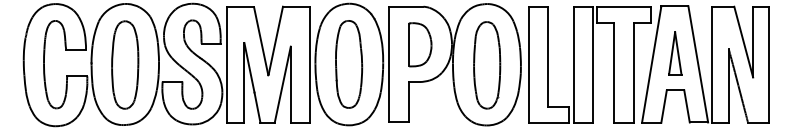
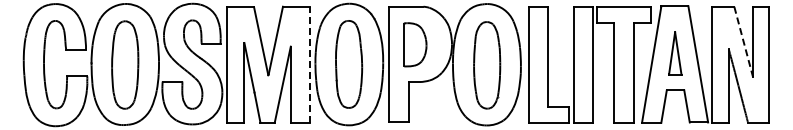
line at (743, 42): solid -> dashed
part at (420, 44) position: (420, 44) -> (415, 44)
line at (309, 64): solid -> dashed
